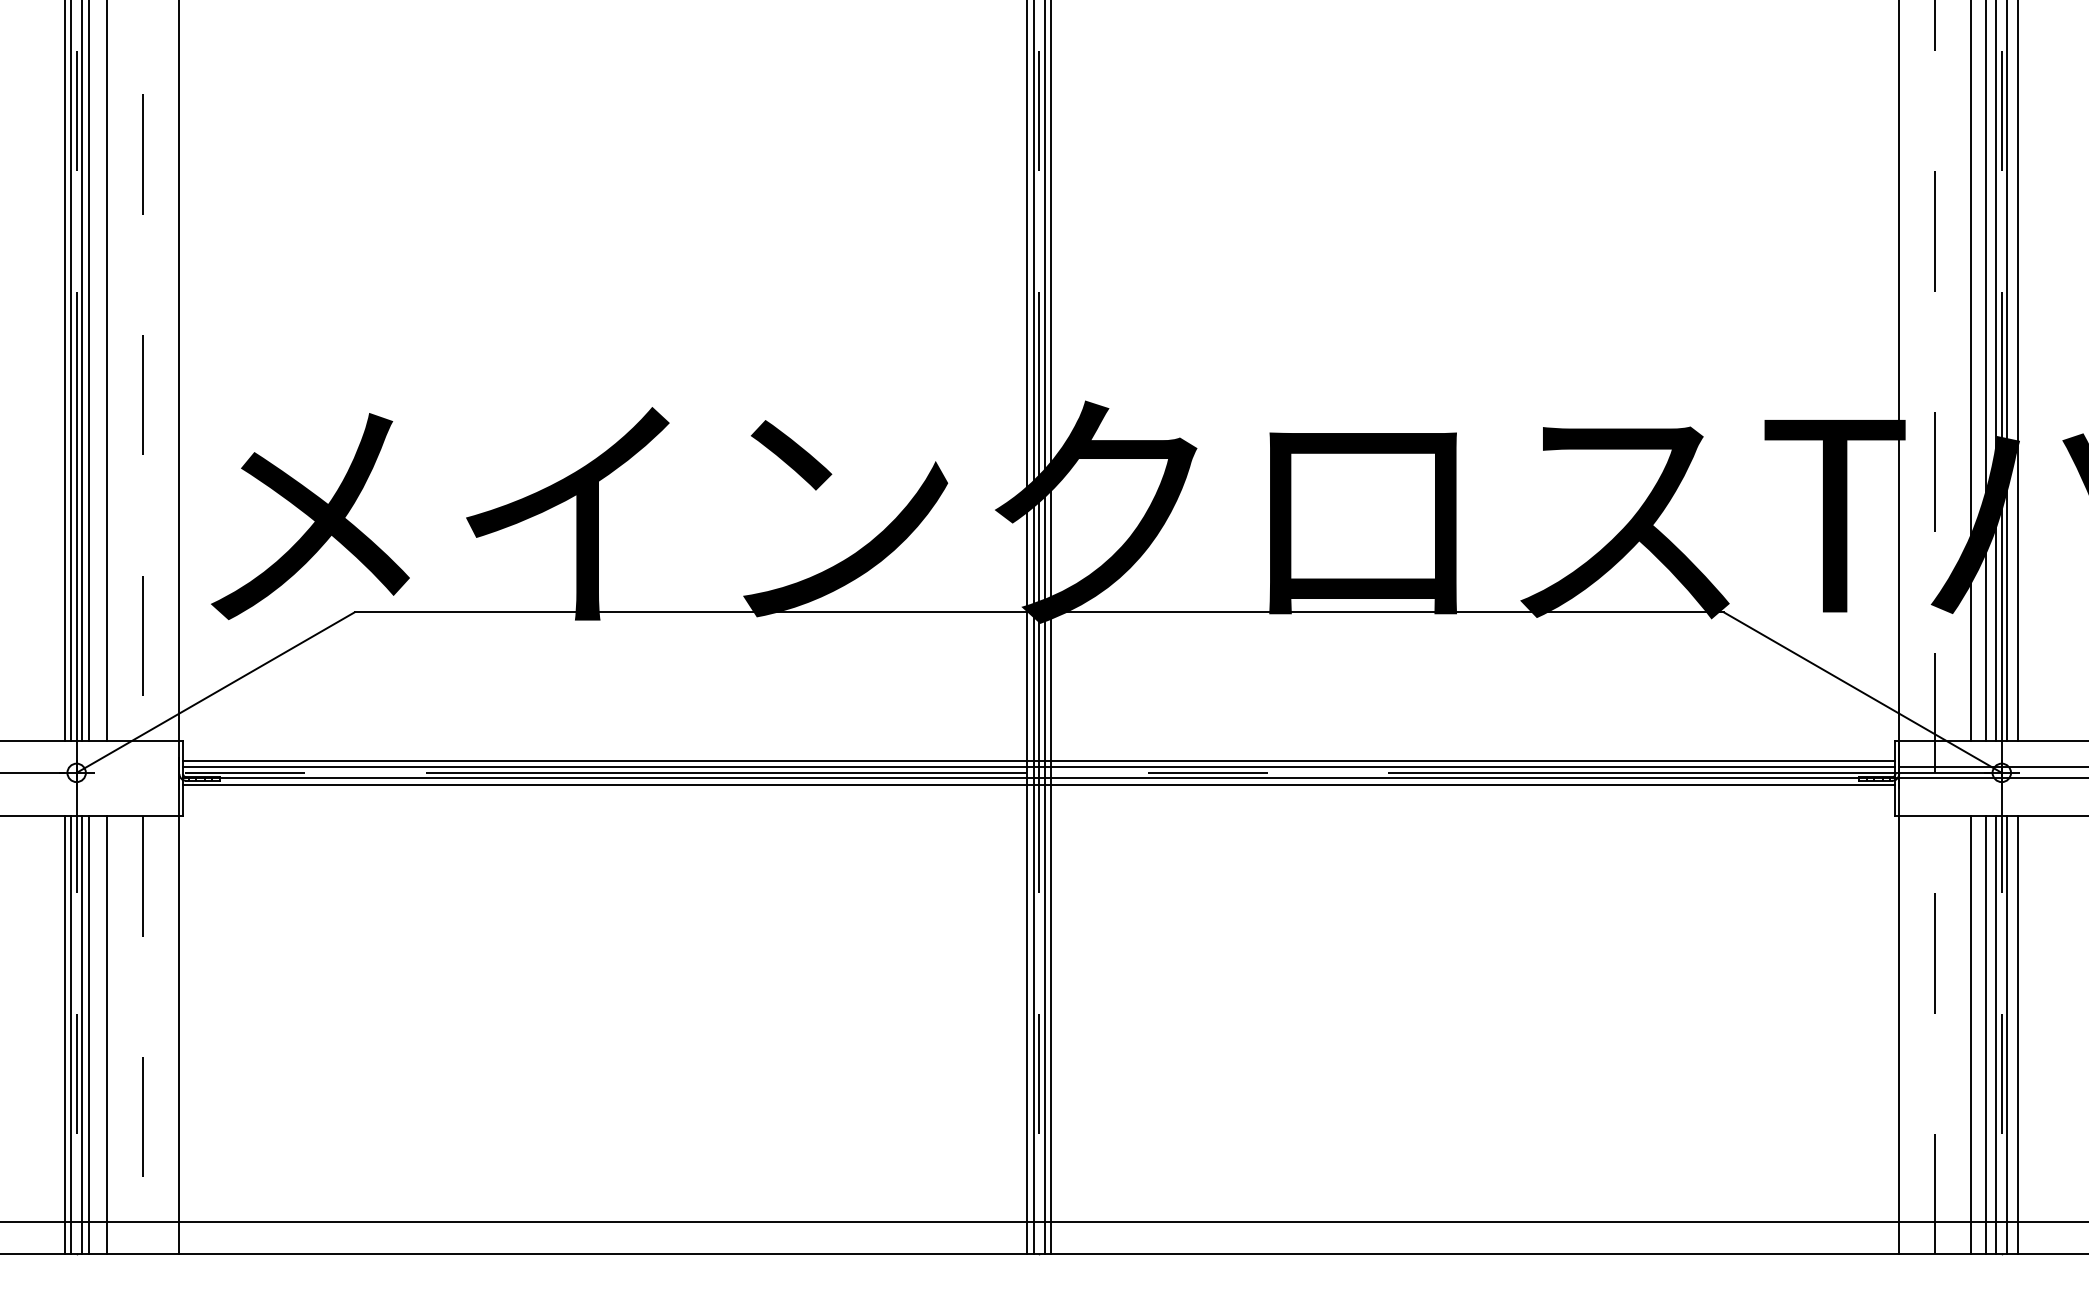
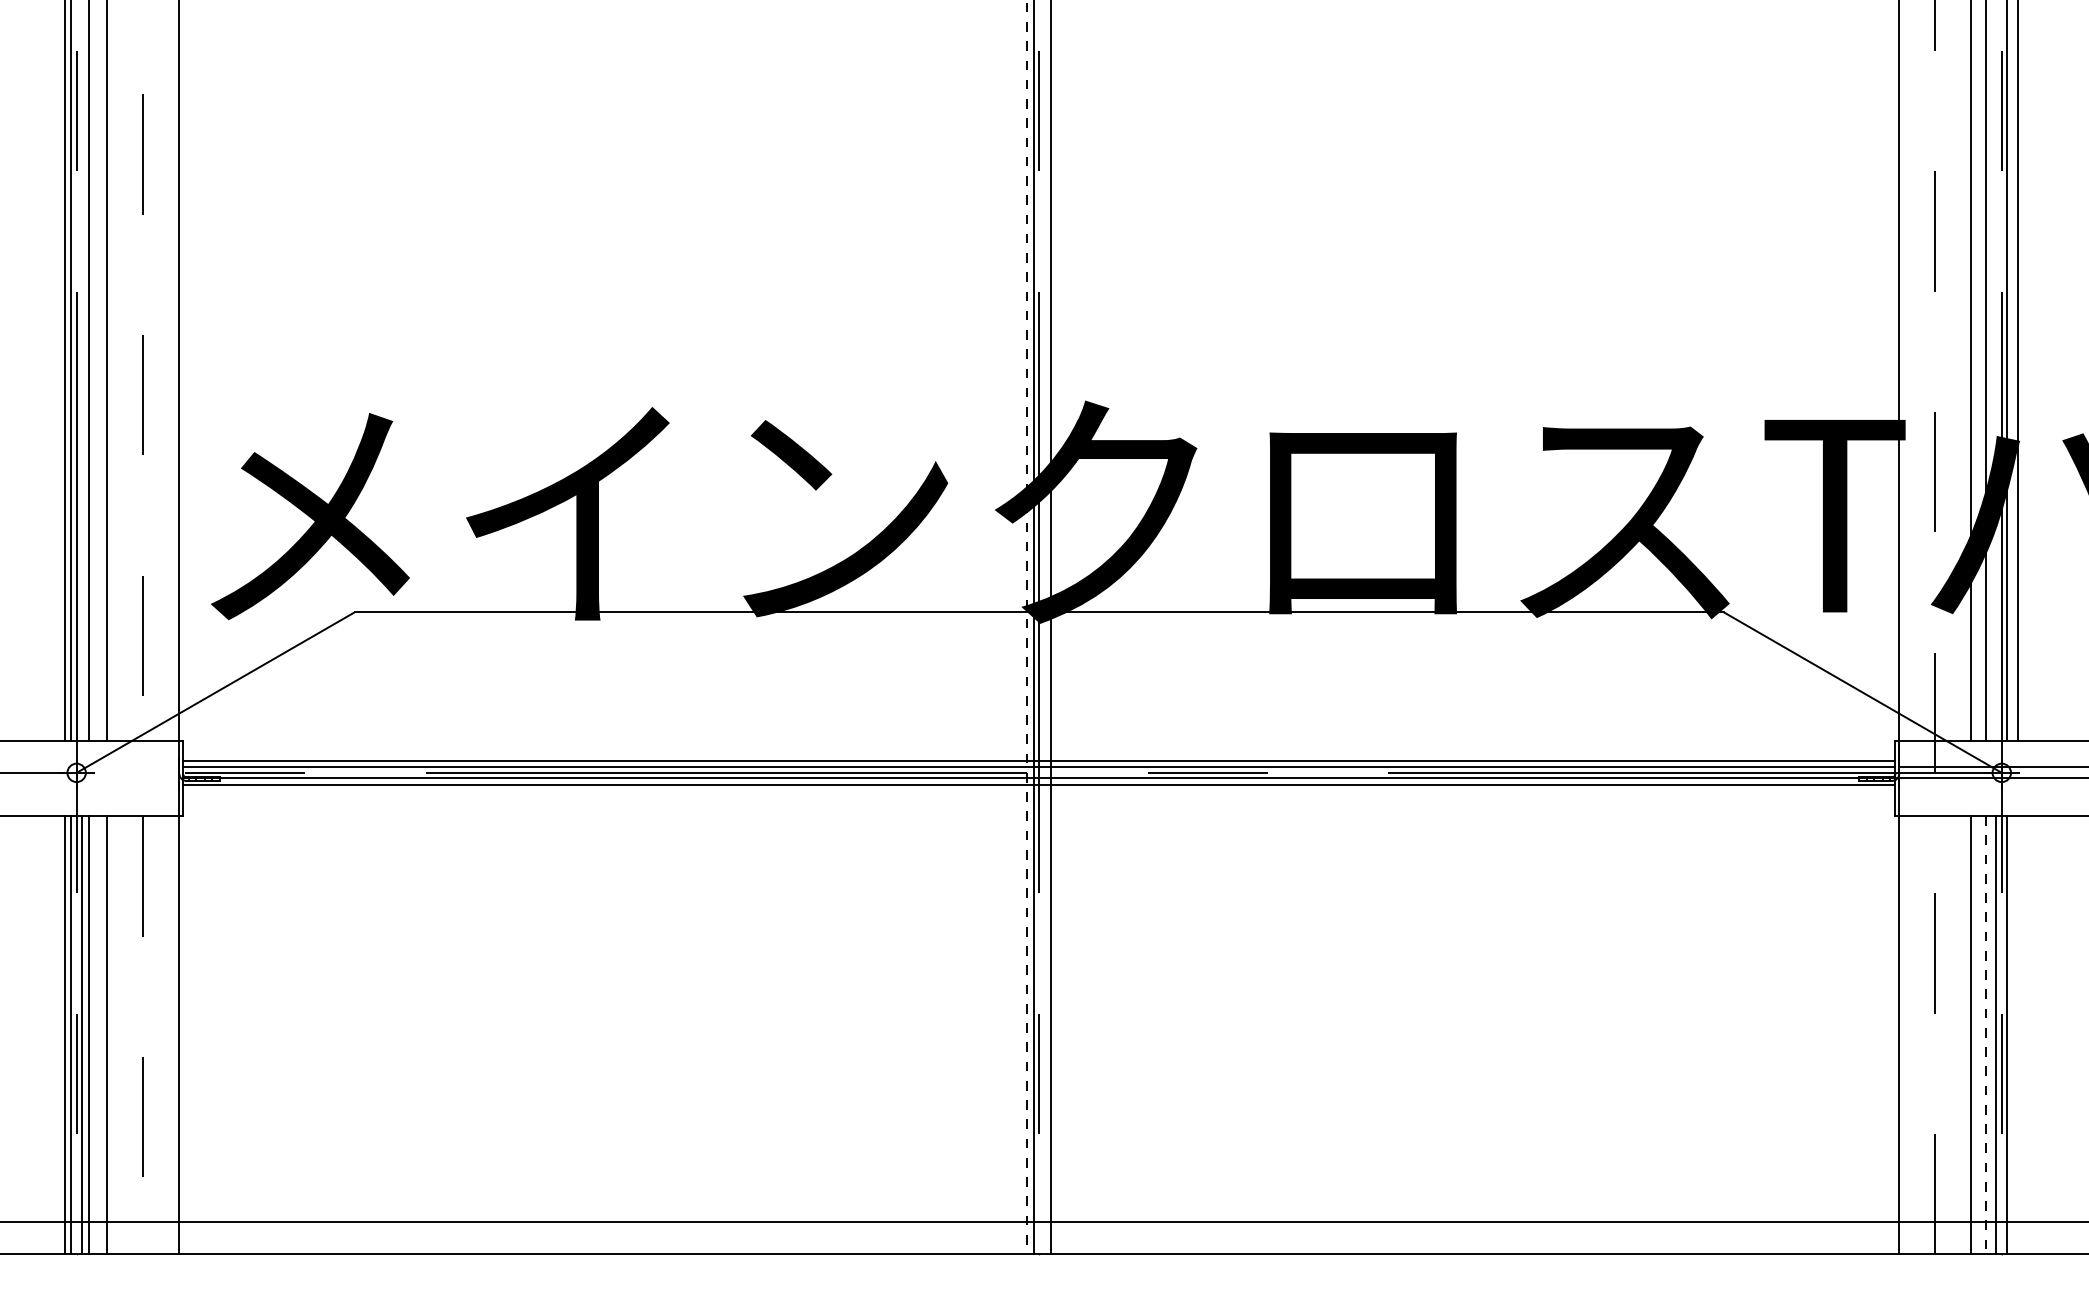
line at (82, 371): present -> none
line at (1996, 371): present -> none
line at (1027, 627): solid -> dashed
line at (1044, 628): present -> none
line at (1985, 1035): solid -> dashed
line at (2017, 1035): present -> none
